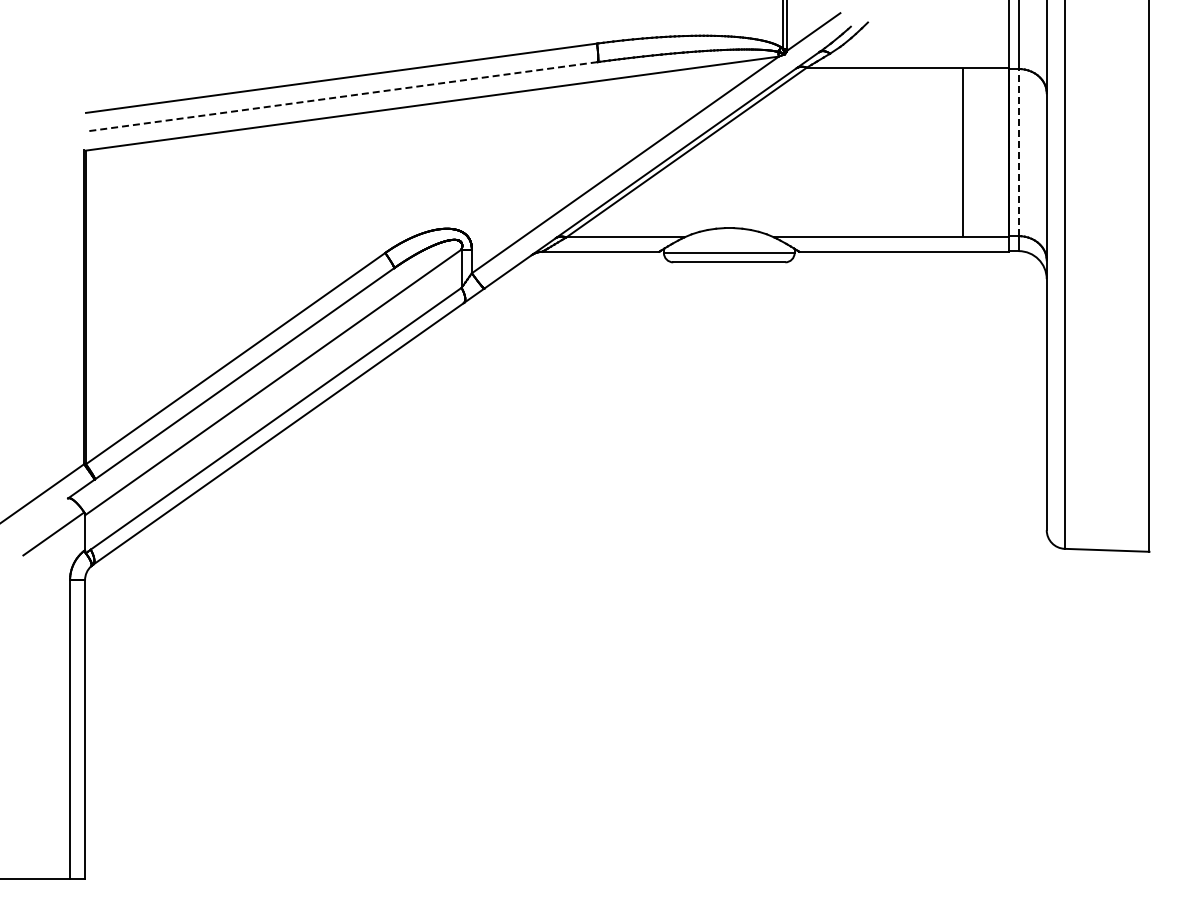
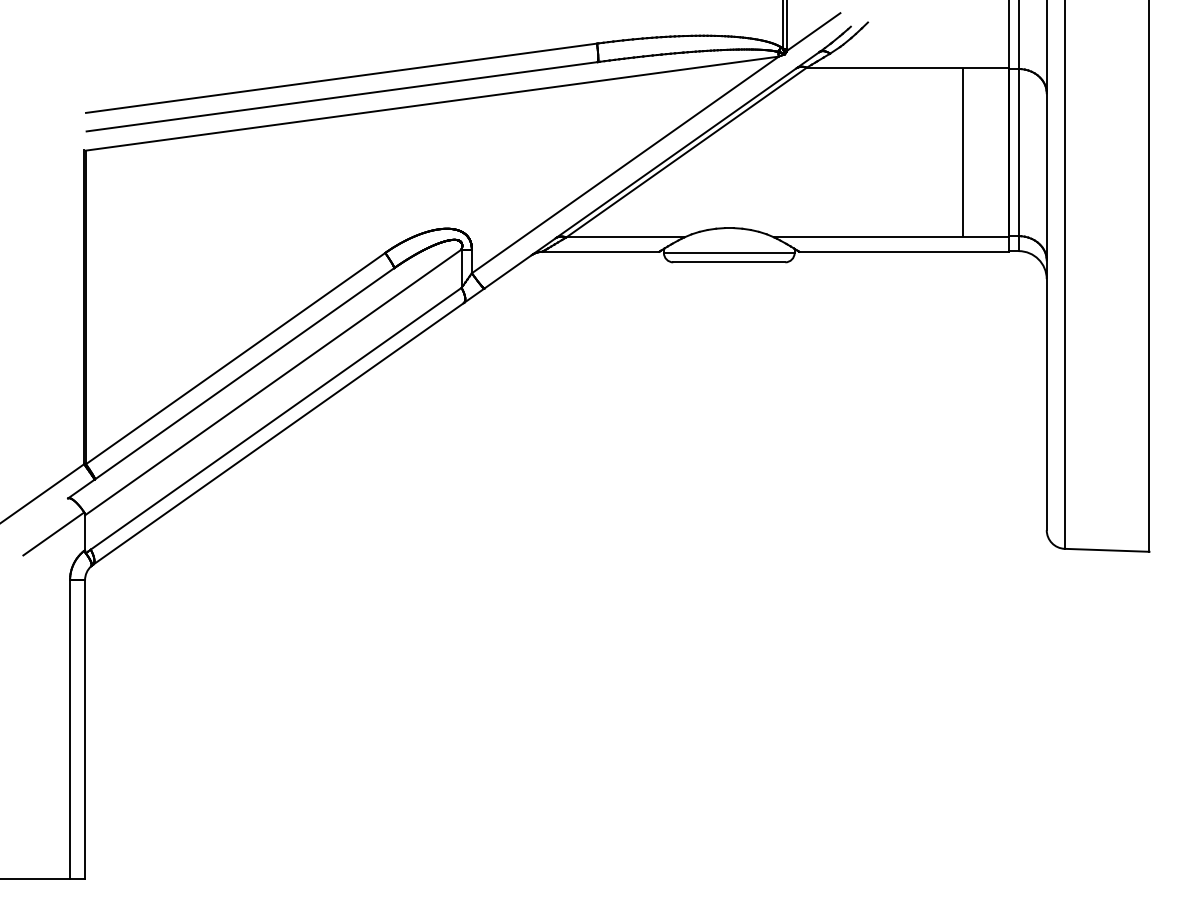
line at (342, 96): dashed -> solid
line at (1018, 152): dashed -> solid
